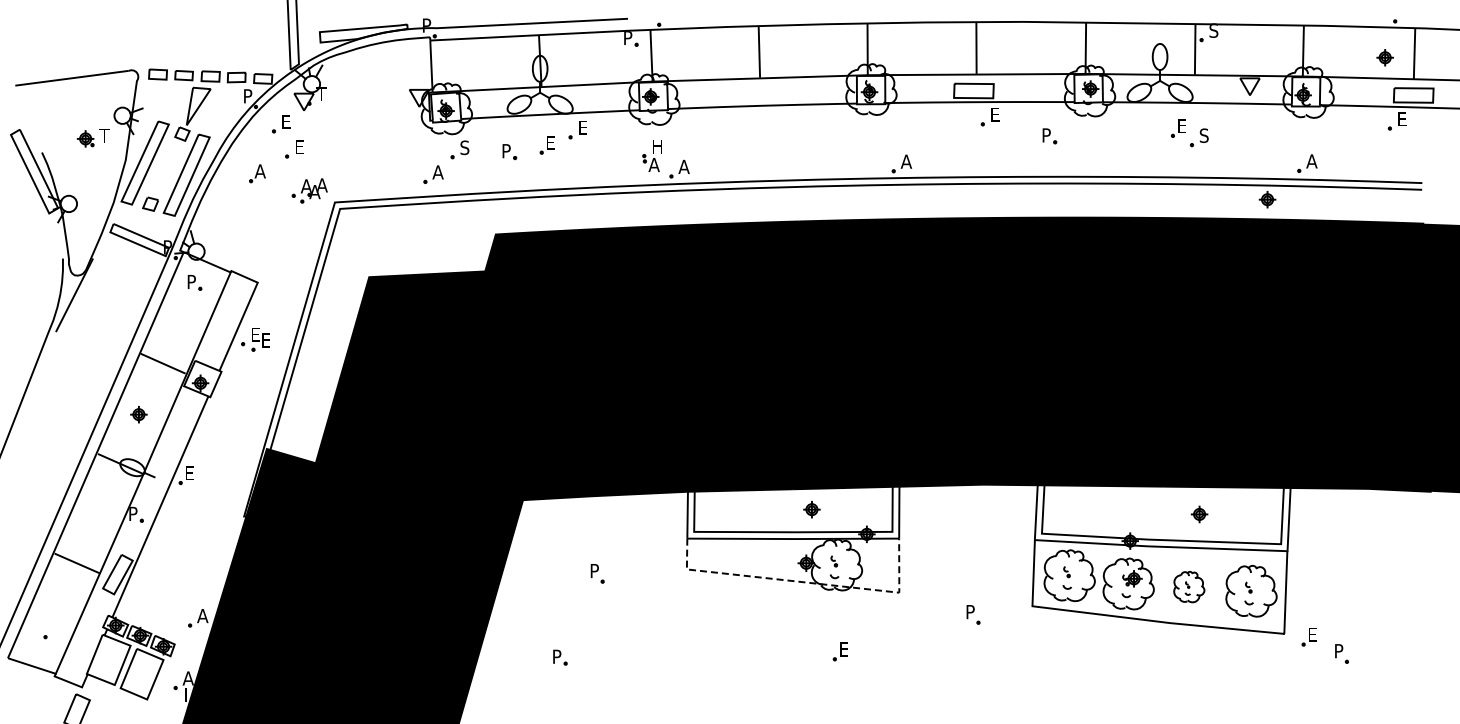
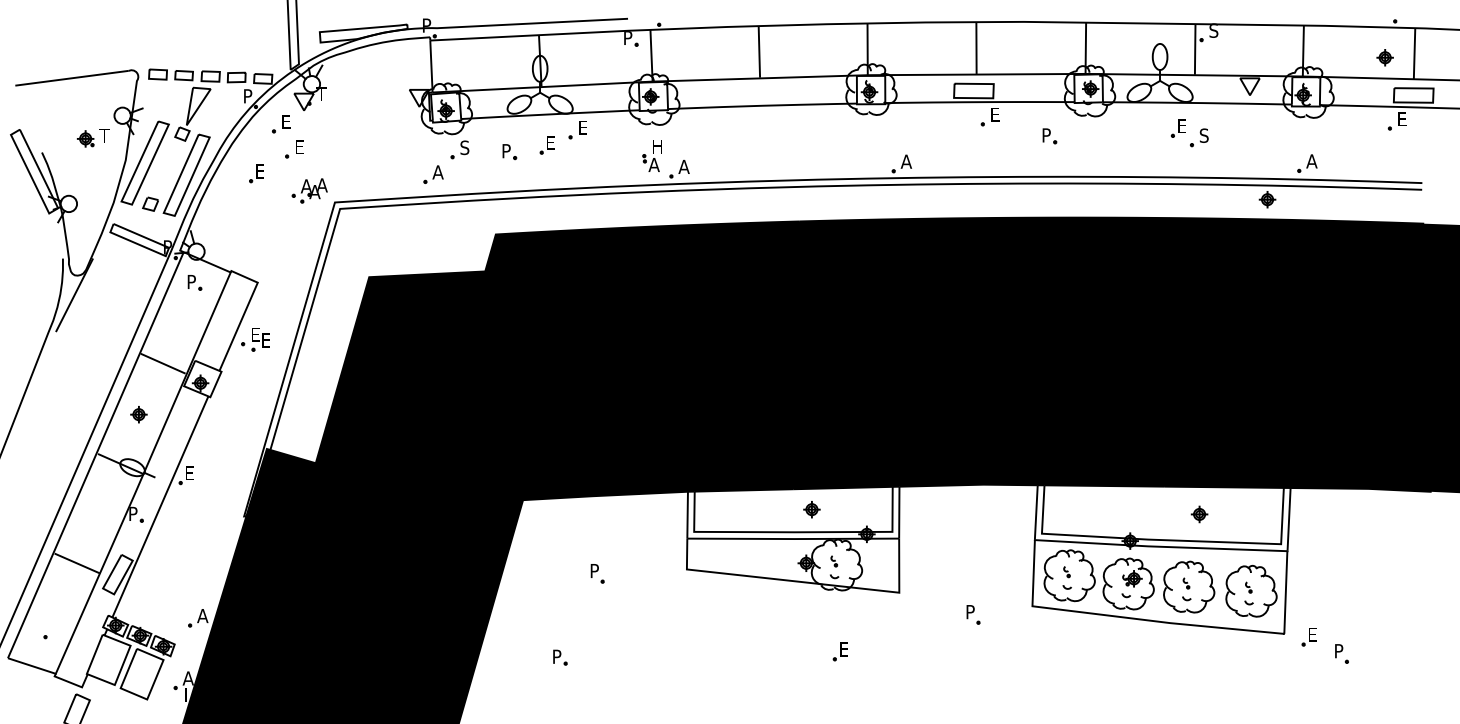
text at (259, 171): A -> E
line at (805, 582): dashed -> solid
part at (1189, 587) size: 33x33 px -> 53x54 px
